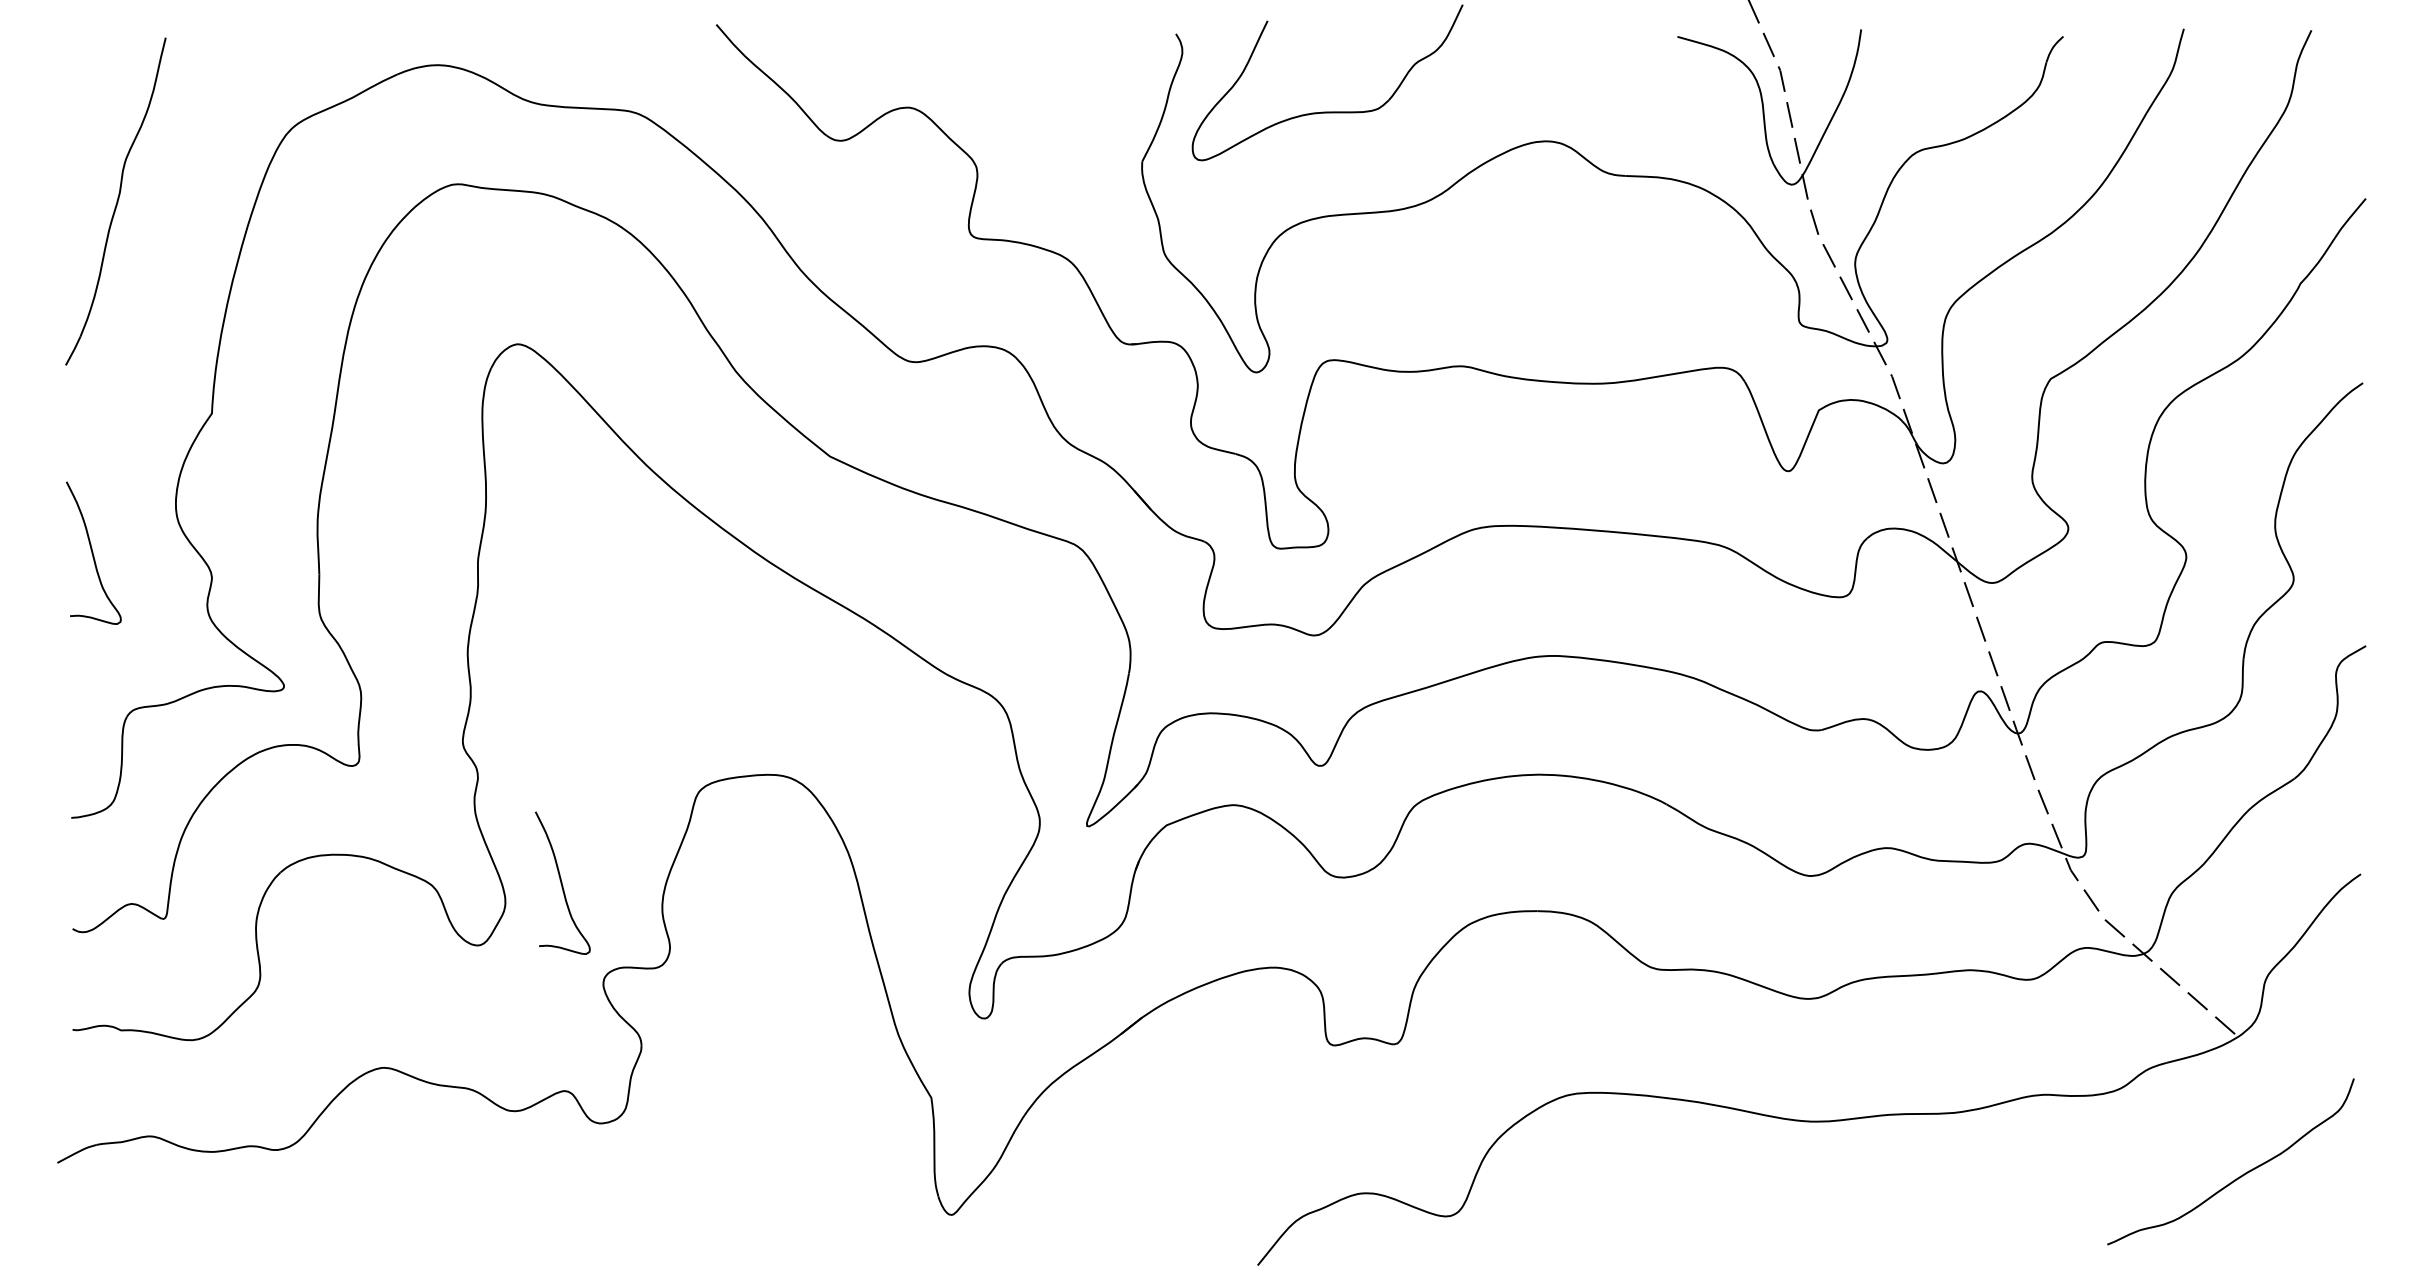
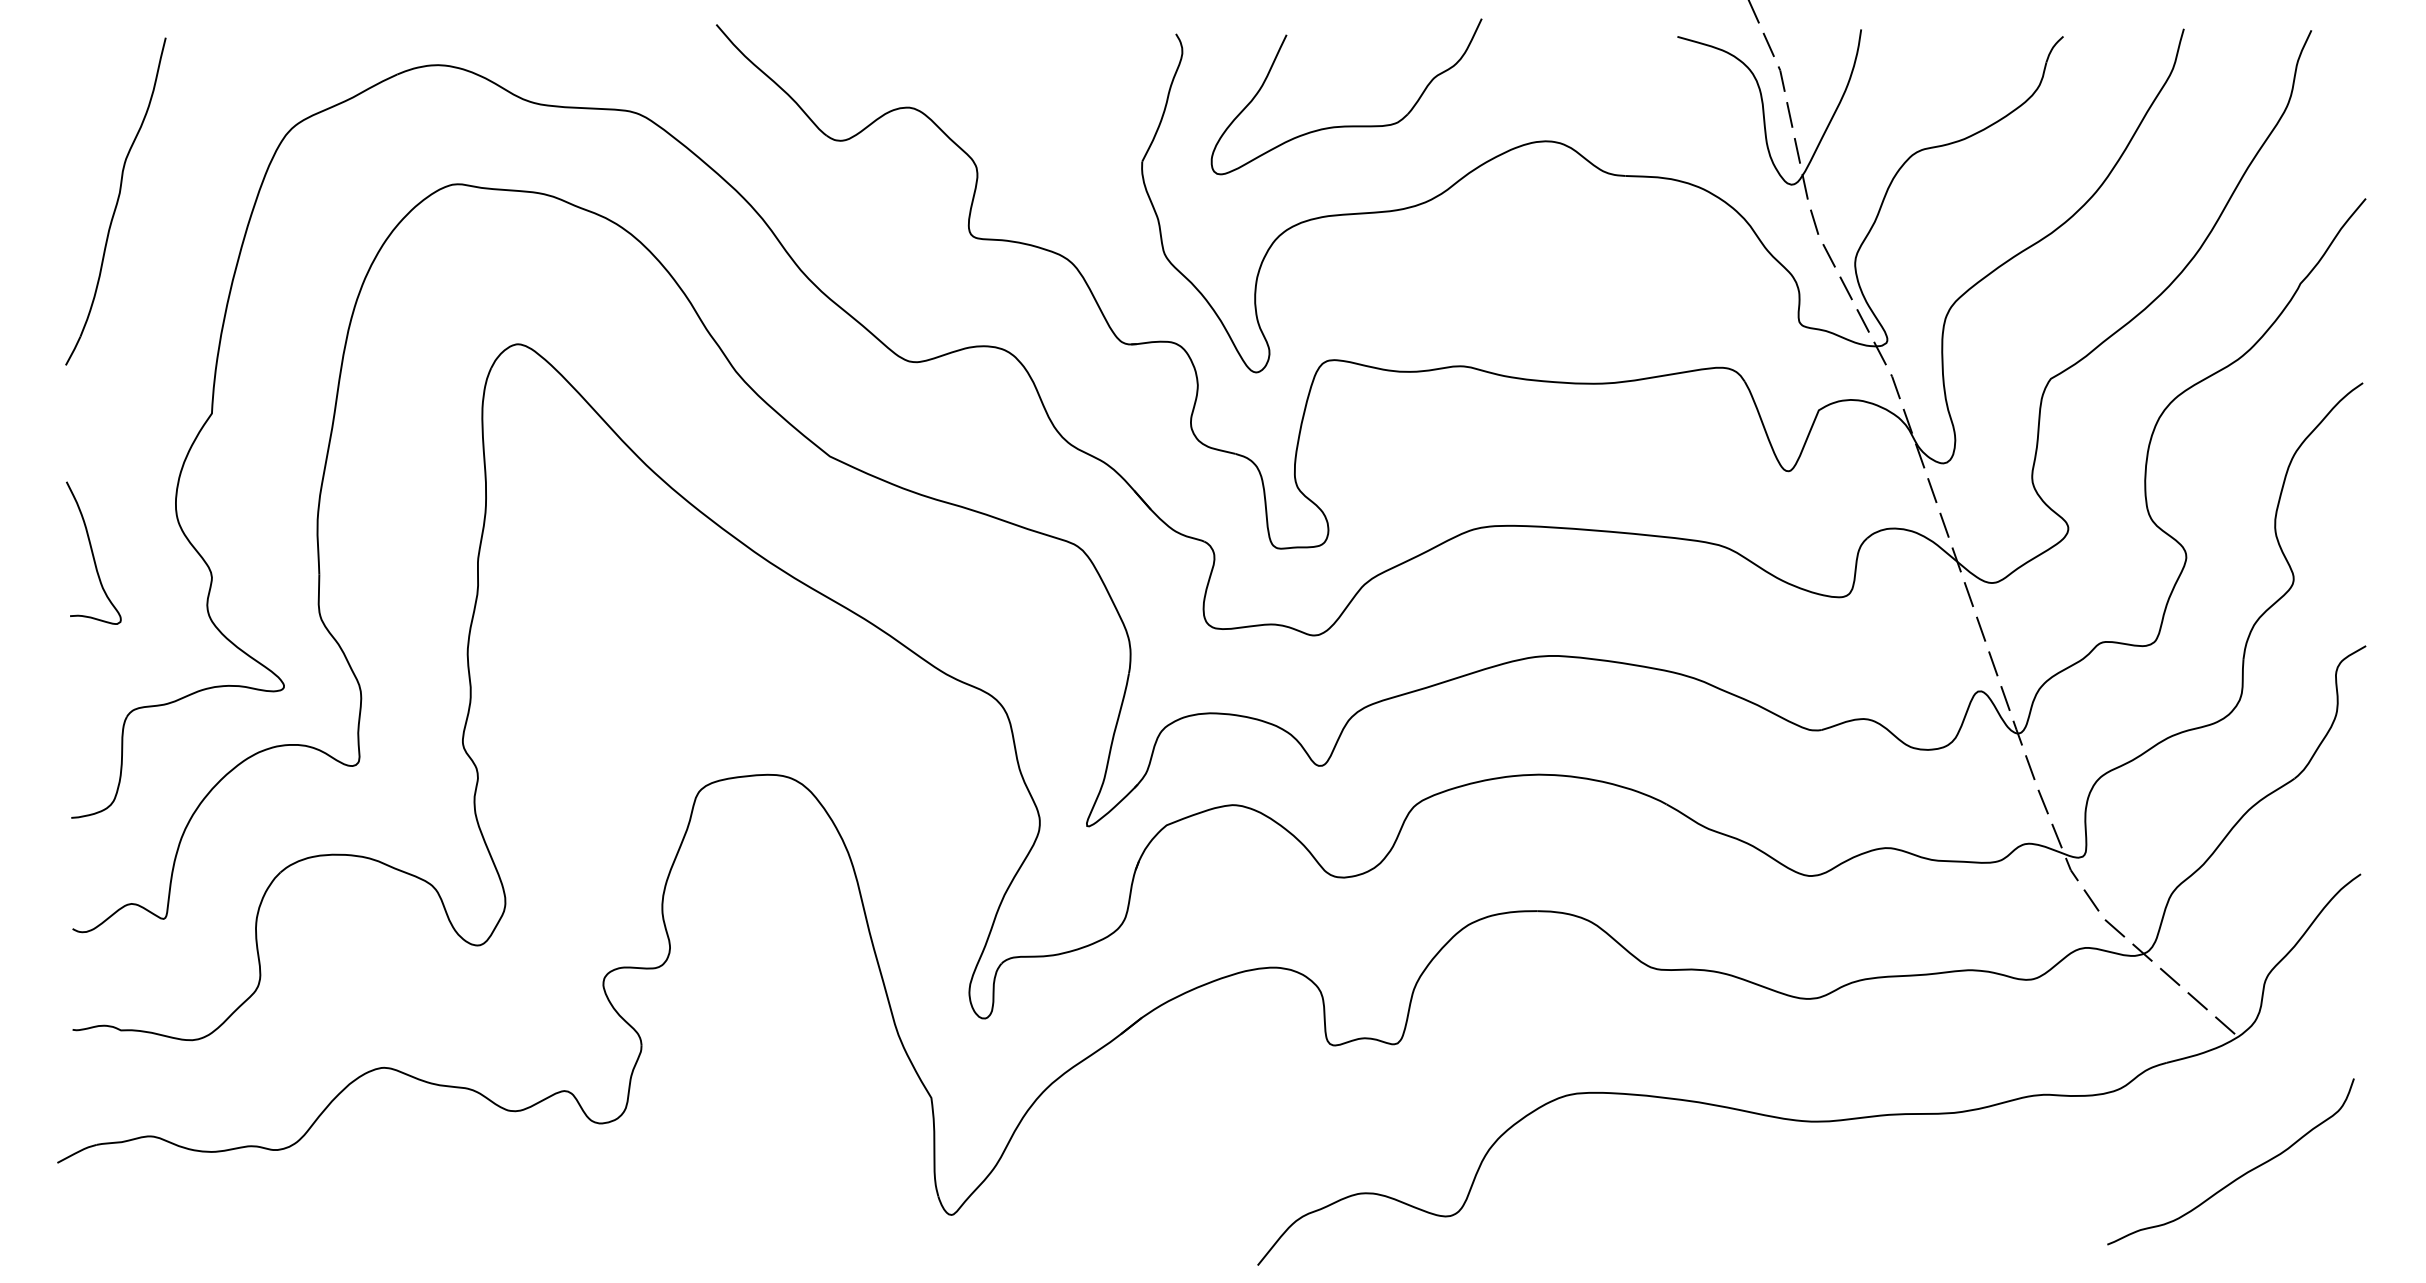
part at (1327, 111) position: (1327, 111) -> (1346, 125)
curve at (562, 882): present -> none
